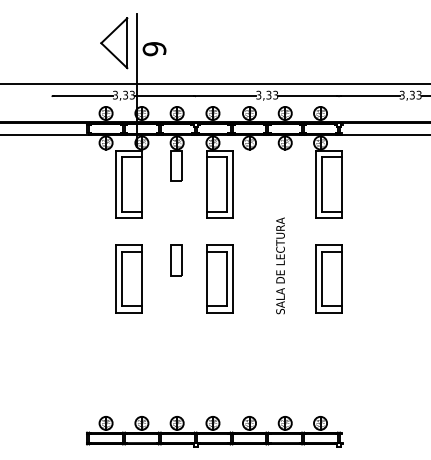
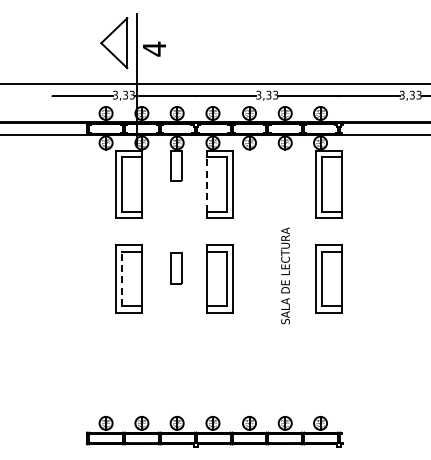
text at (154, 48): 9 -> 4
line at (207, 183): solid -> dashed
part at (176, 260) position: (176, 260) -> (176, 268)
text at (280, 265) position: (280, 265) -> (285, 275)
line at (122, 278): solid -> dashed
